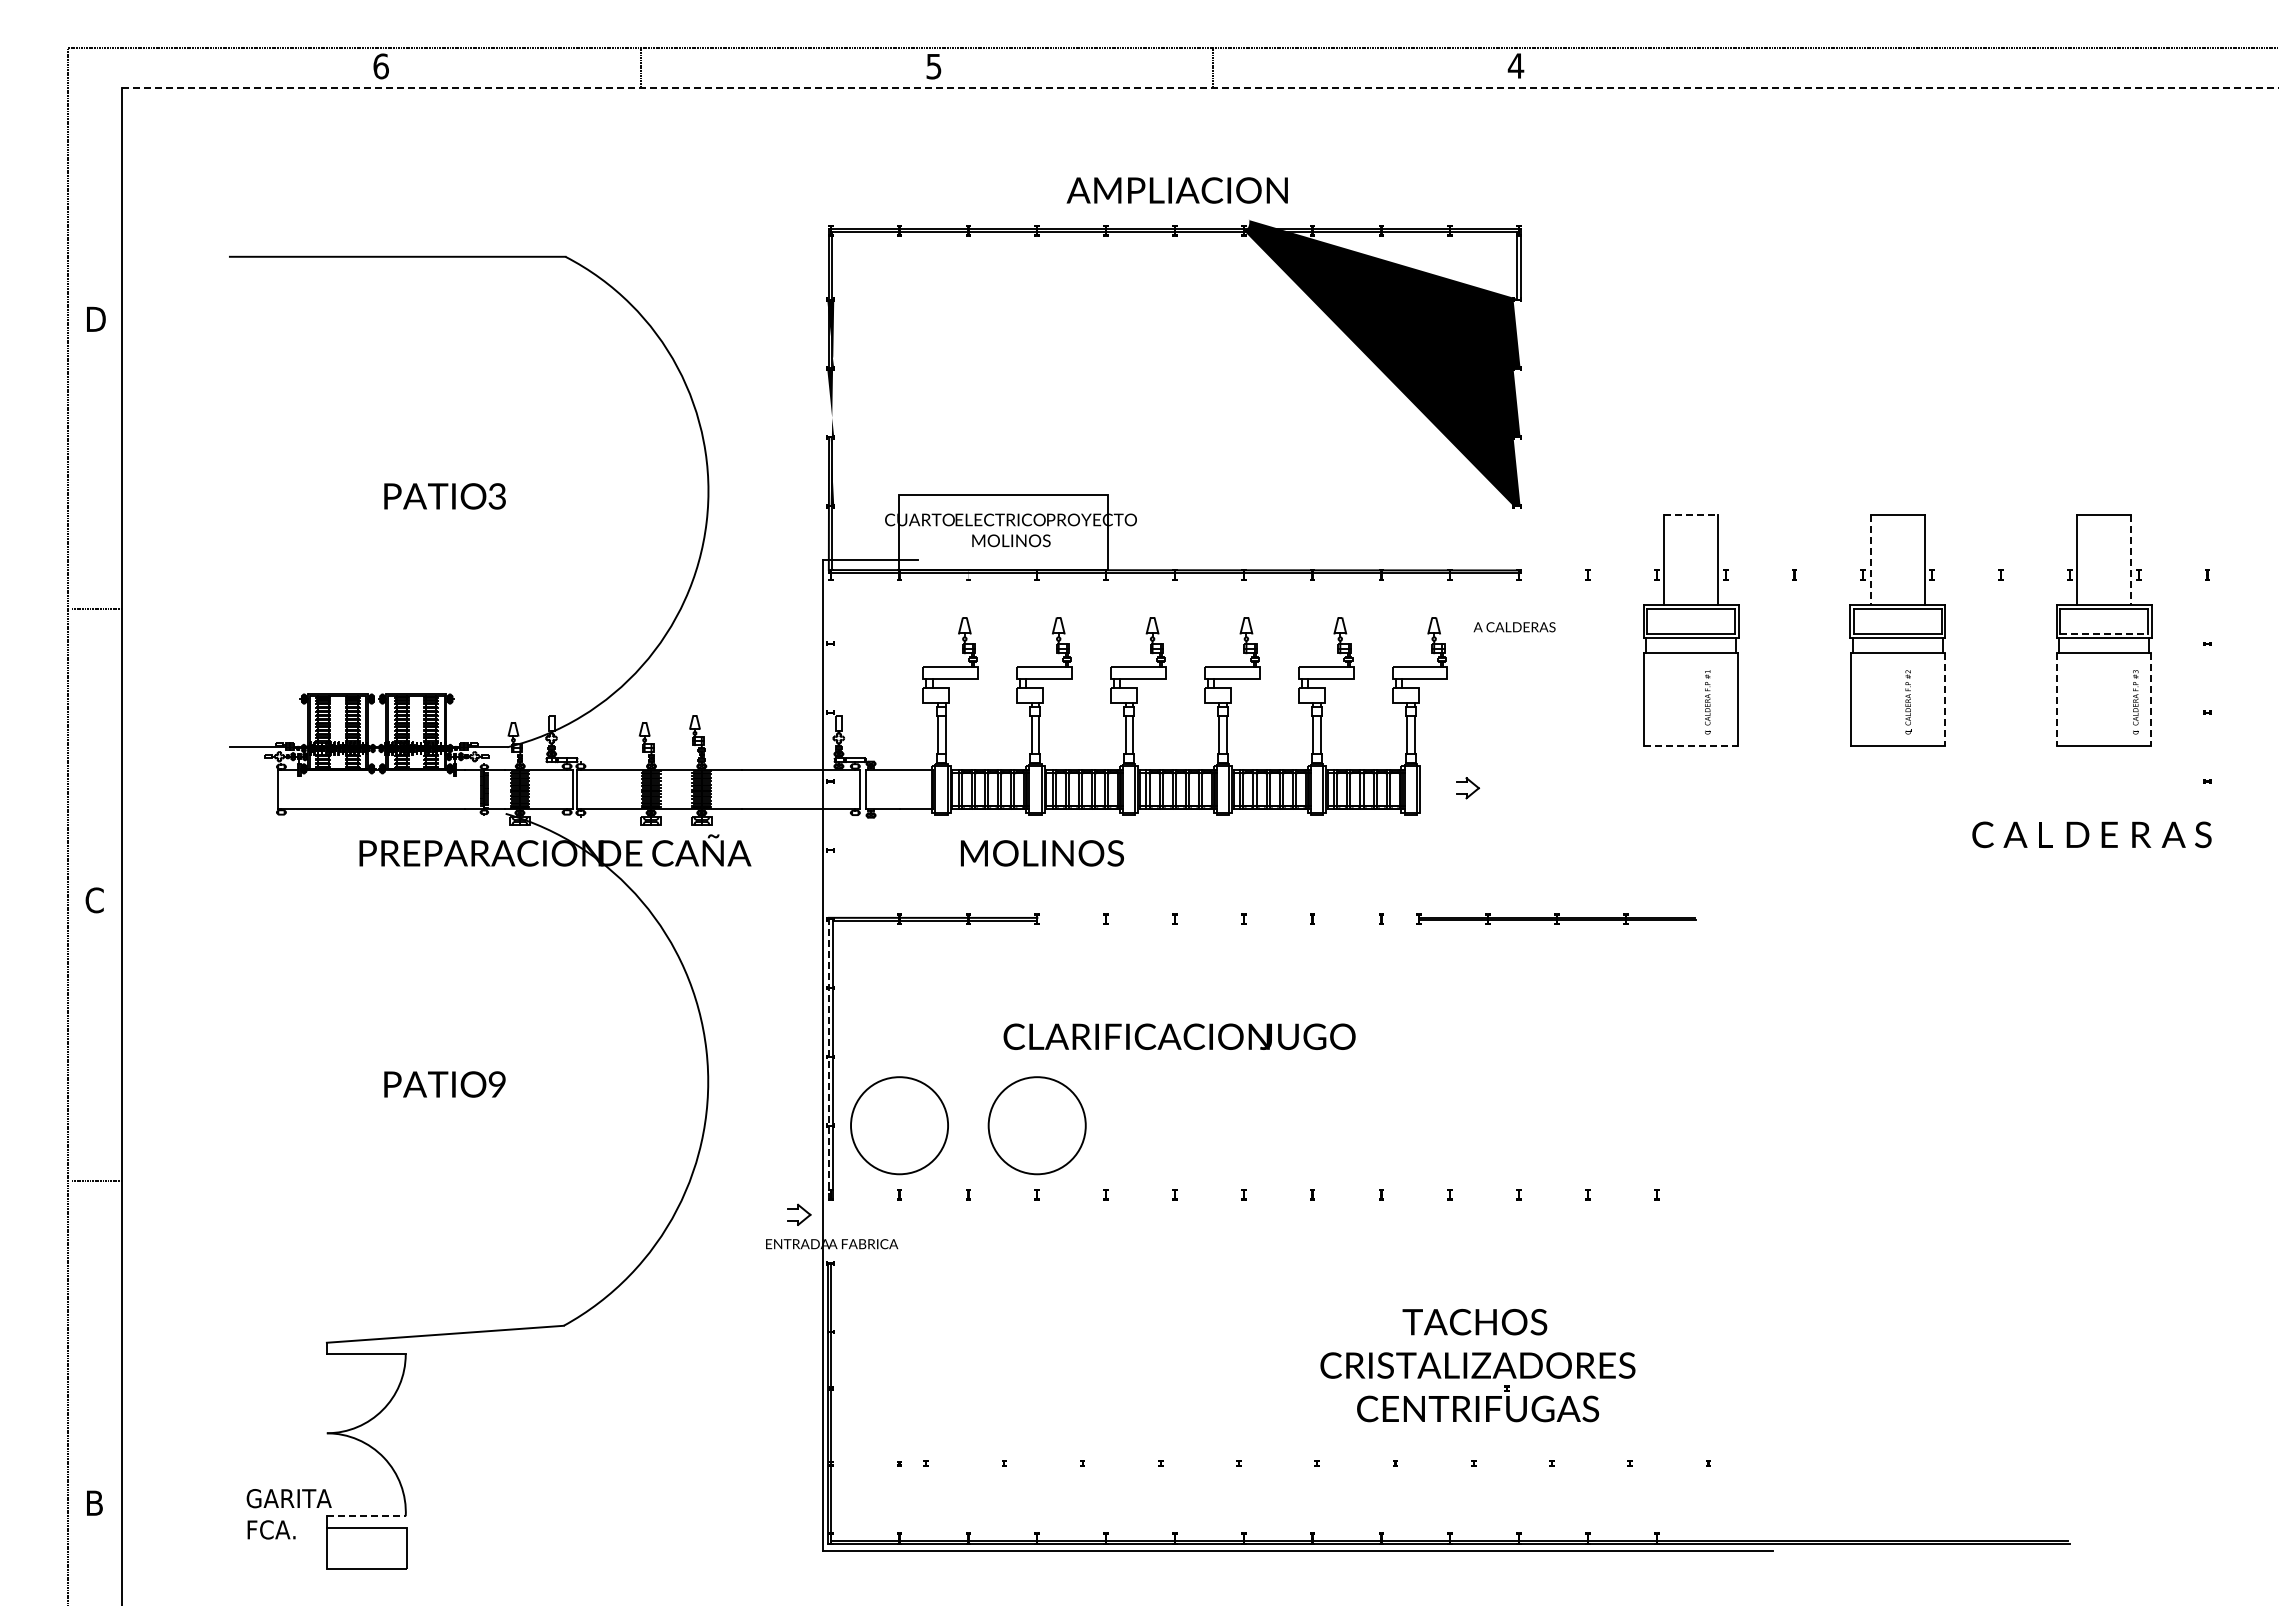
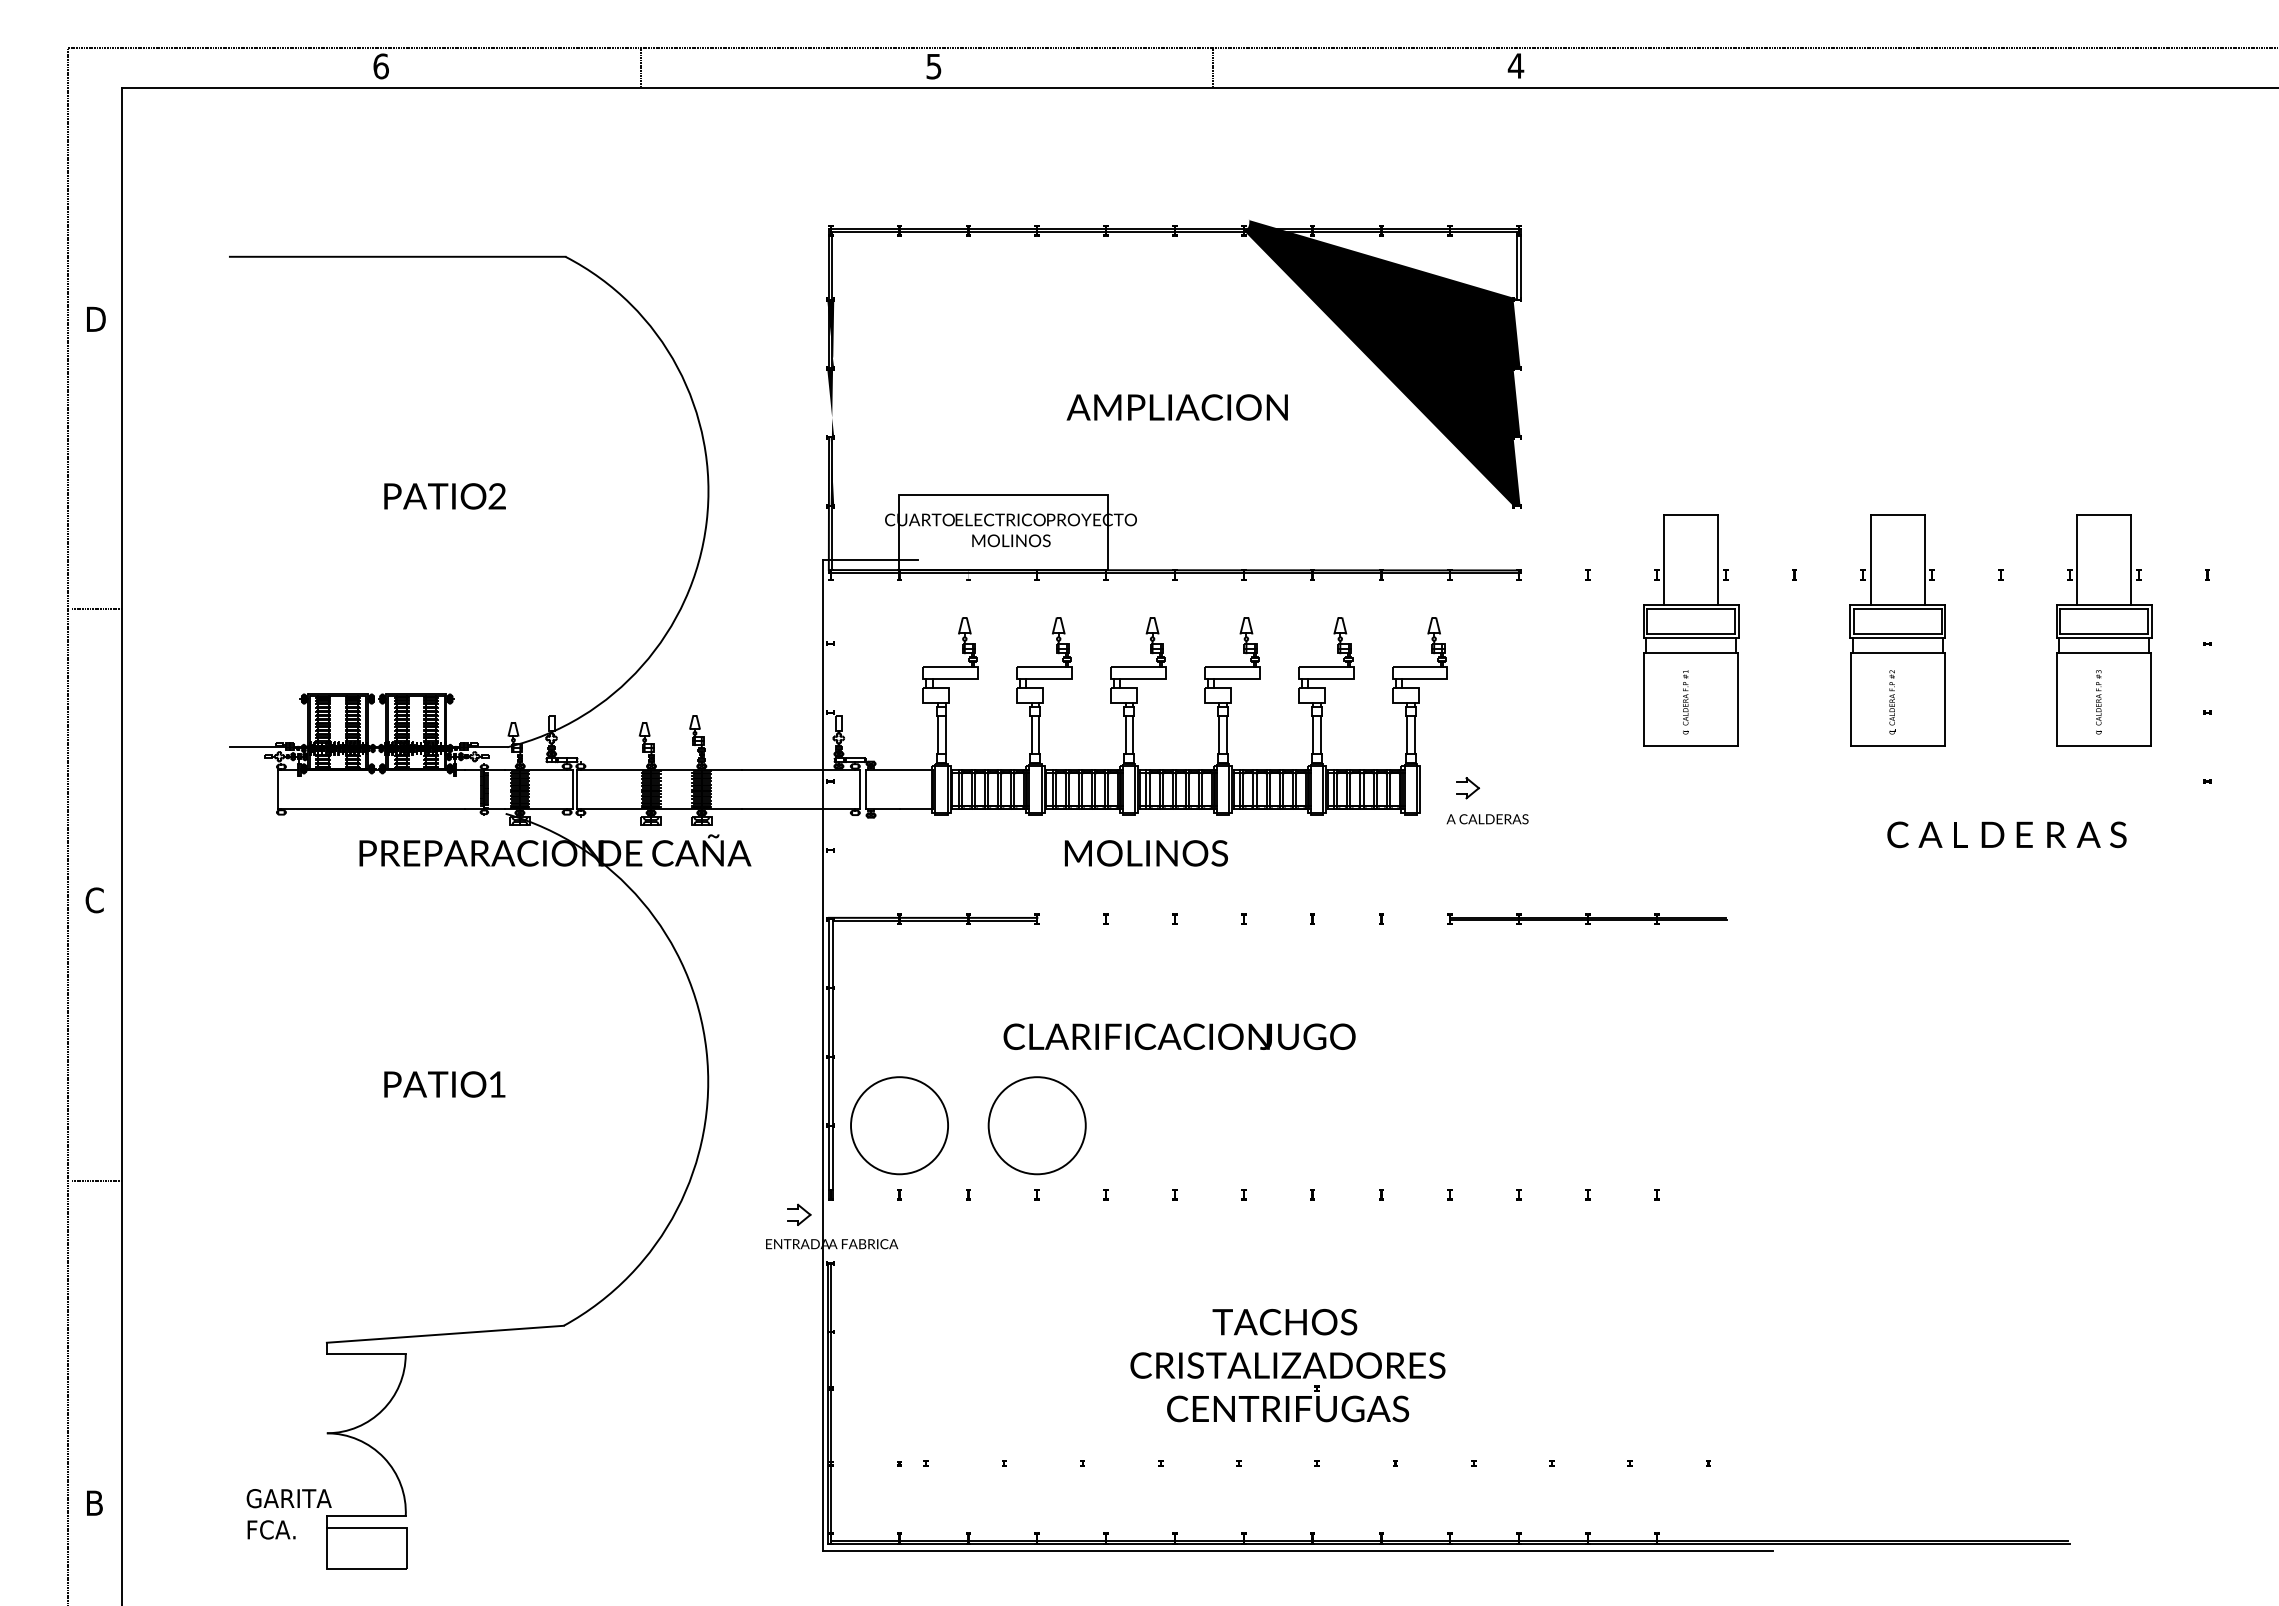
line at (1200, 88): dashed -> solid
text at (1176, 190) position: (1176, 190) -> (1176, 407)
text at (496, 497): 3 -> 2
line at (1691, 514): dashed -> solid
line at (1870, 560): dashed -> solid
line at (2131, 560): dashed -> solid
text at (1514, 627) position: (1514, 627) -> (1487, 819)
line at (2104, 633): dashed -> solid
line at (1944, 699): dashed -> solid
line at (2057, 699): dashed -> solid
line at (2151, 699): dashed -> solid
text at (1707, 702) position: (1707, 702) -> (1685, 702)
text at (1908, 702) position: (1908, 702) -> (1892, 702)
text at (2135, 702) position: (2135, 702) -> (2098, 702)
line at (1691, 746): dashed -> solid
text at (2091, 834) position: (2091, 834) -> (2006, 834)
text at (1042, 853) position: (1042, 853) -> (1146, 853)
part at (1556, 918) position: (1556, 918) -> (1587, 918)
line at (828, 1058): dashed -> solid
text at (496, 1084): 9 -> 1
part at (1477, 1365) position: (1477, 1365) -> (1287, 1365)
line at (366, 1516): dashed -> solid
